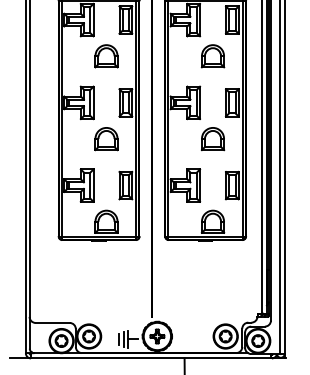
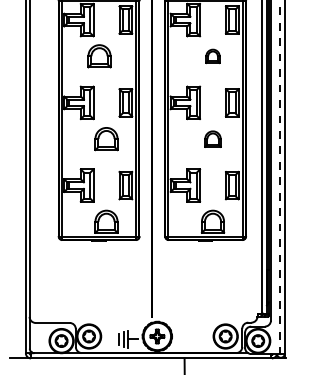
part at (106, 56) position: (106, 56) -> (99, 56)
part at (212, 56) size: 26x25 px -> 16x17 px
part at (212, 139) size: 26x25 px -> 18x18 px
line at (279, 177): solid -> dashed
